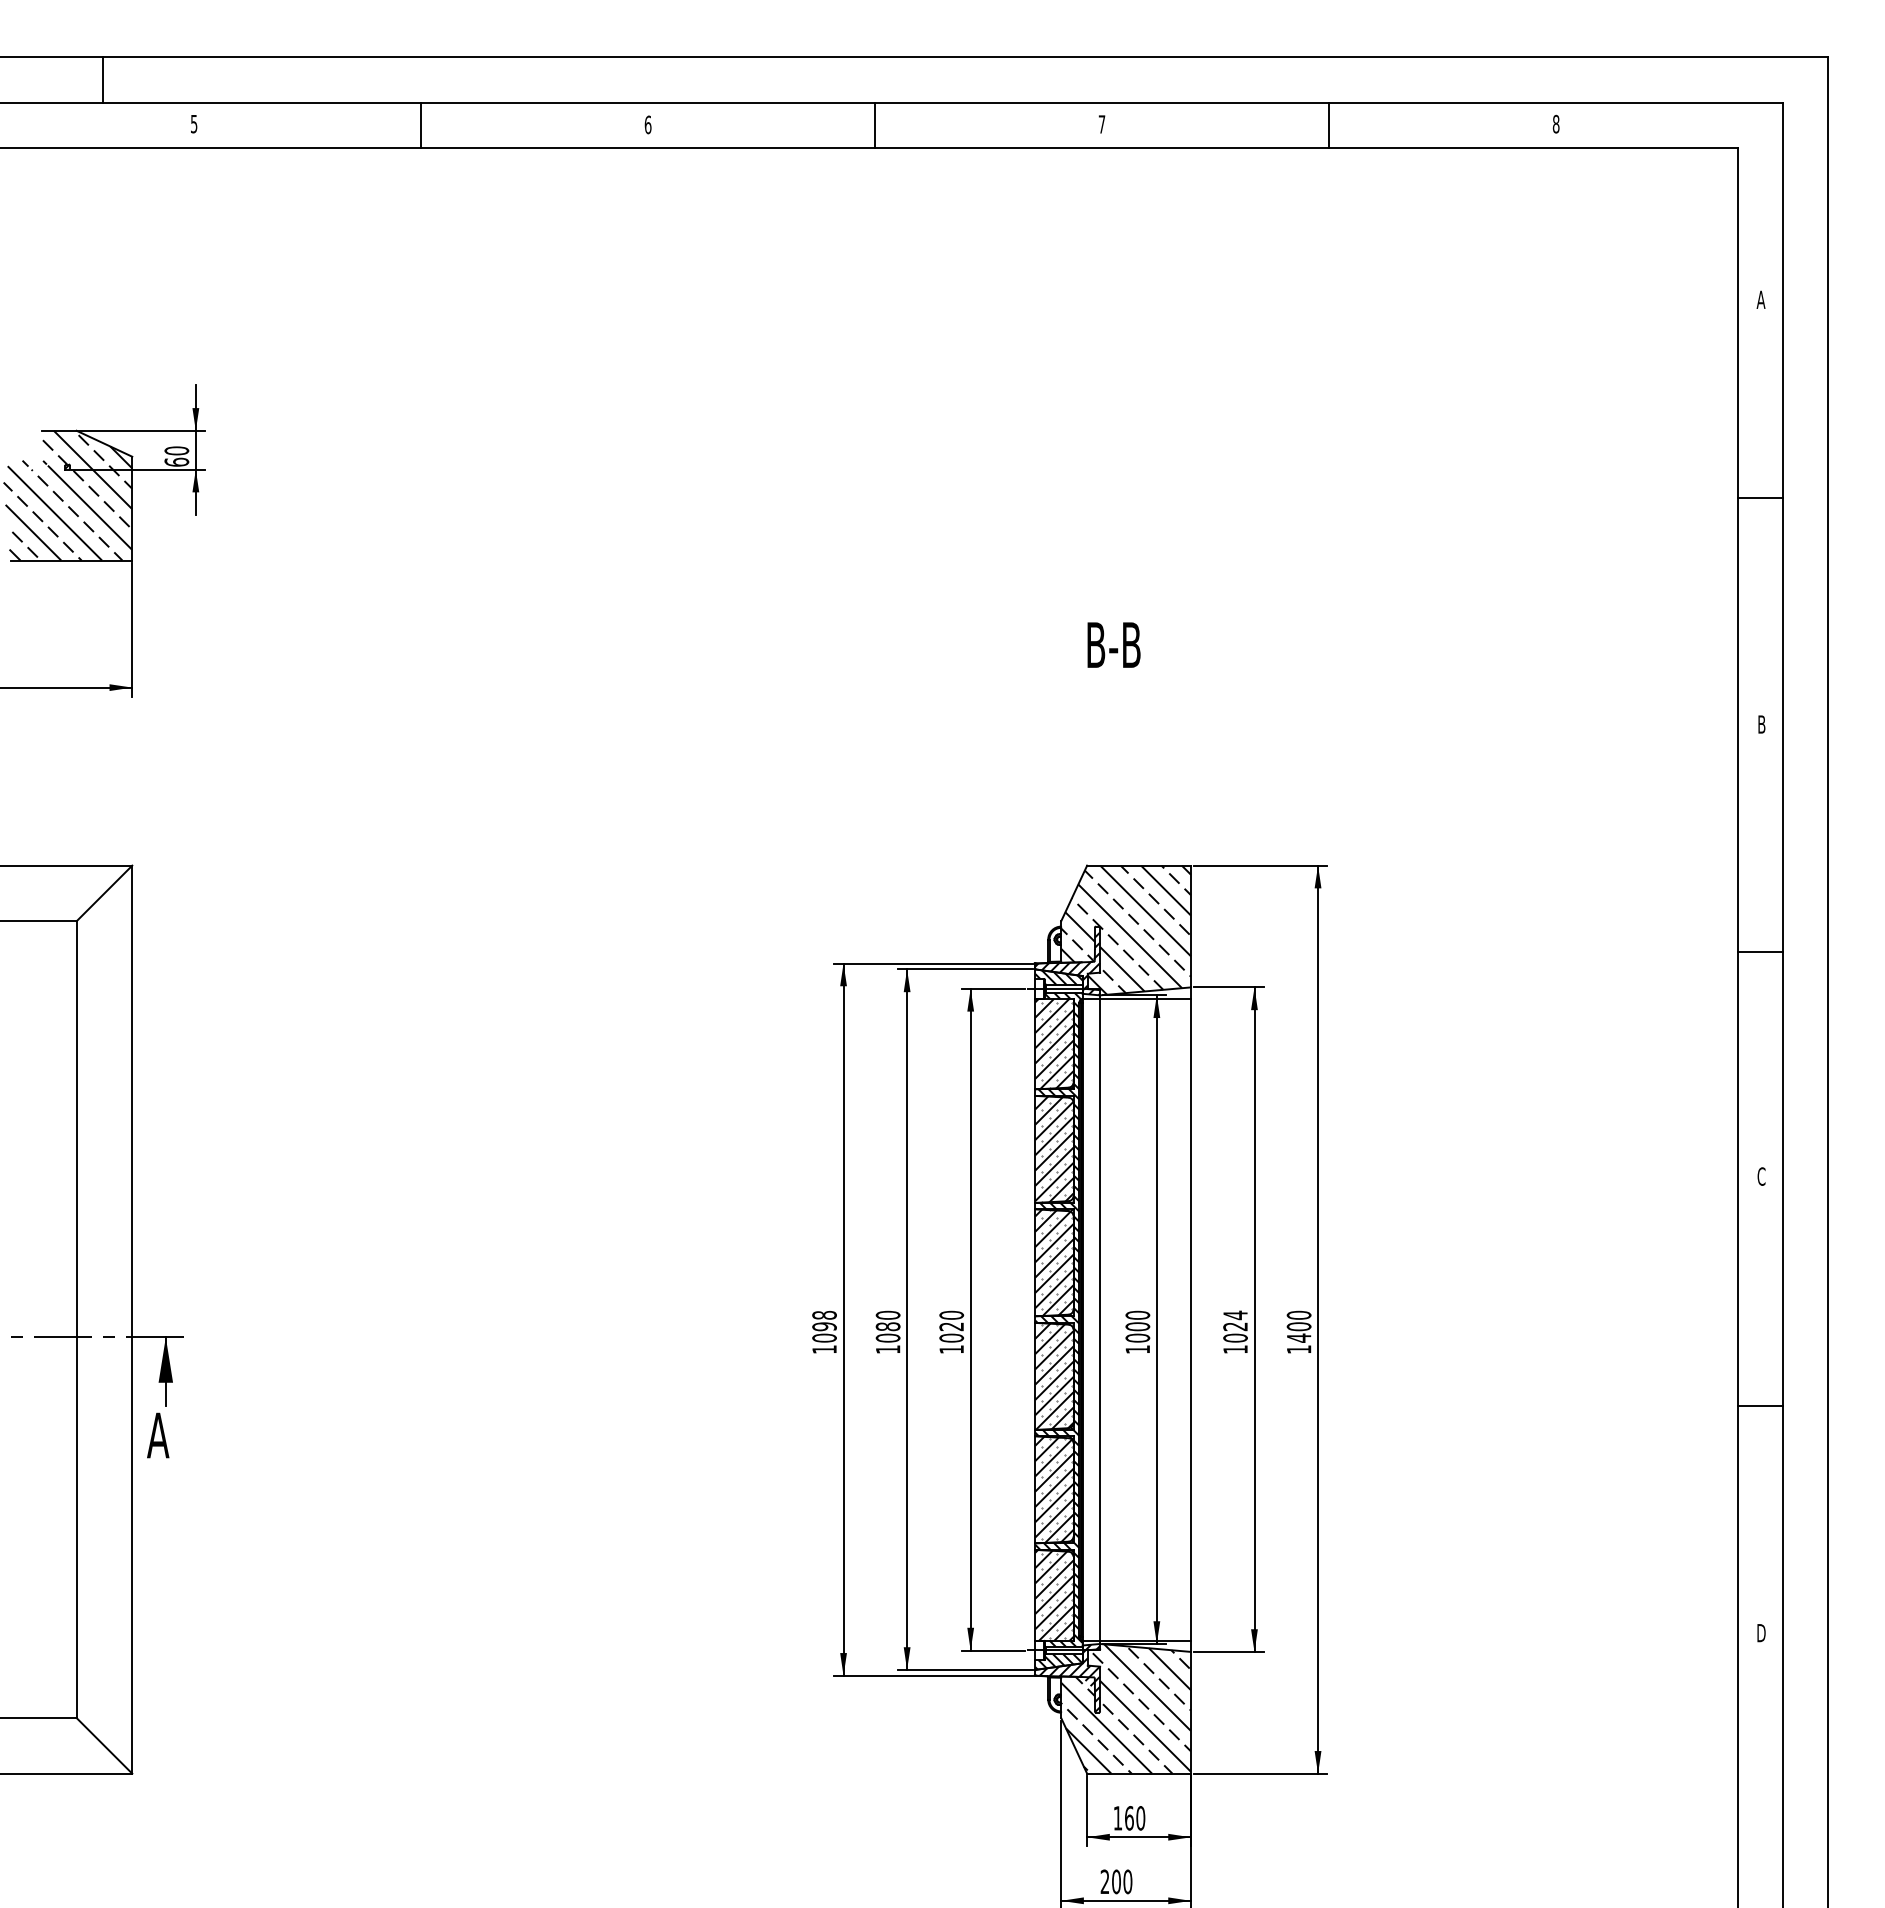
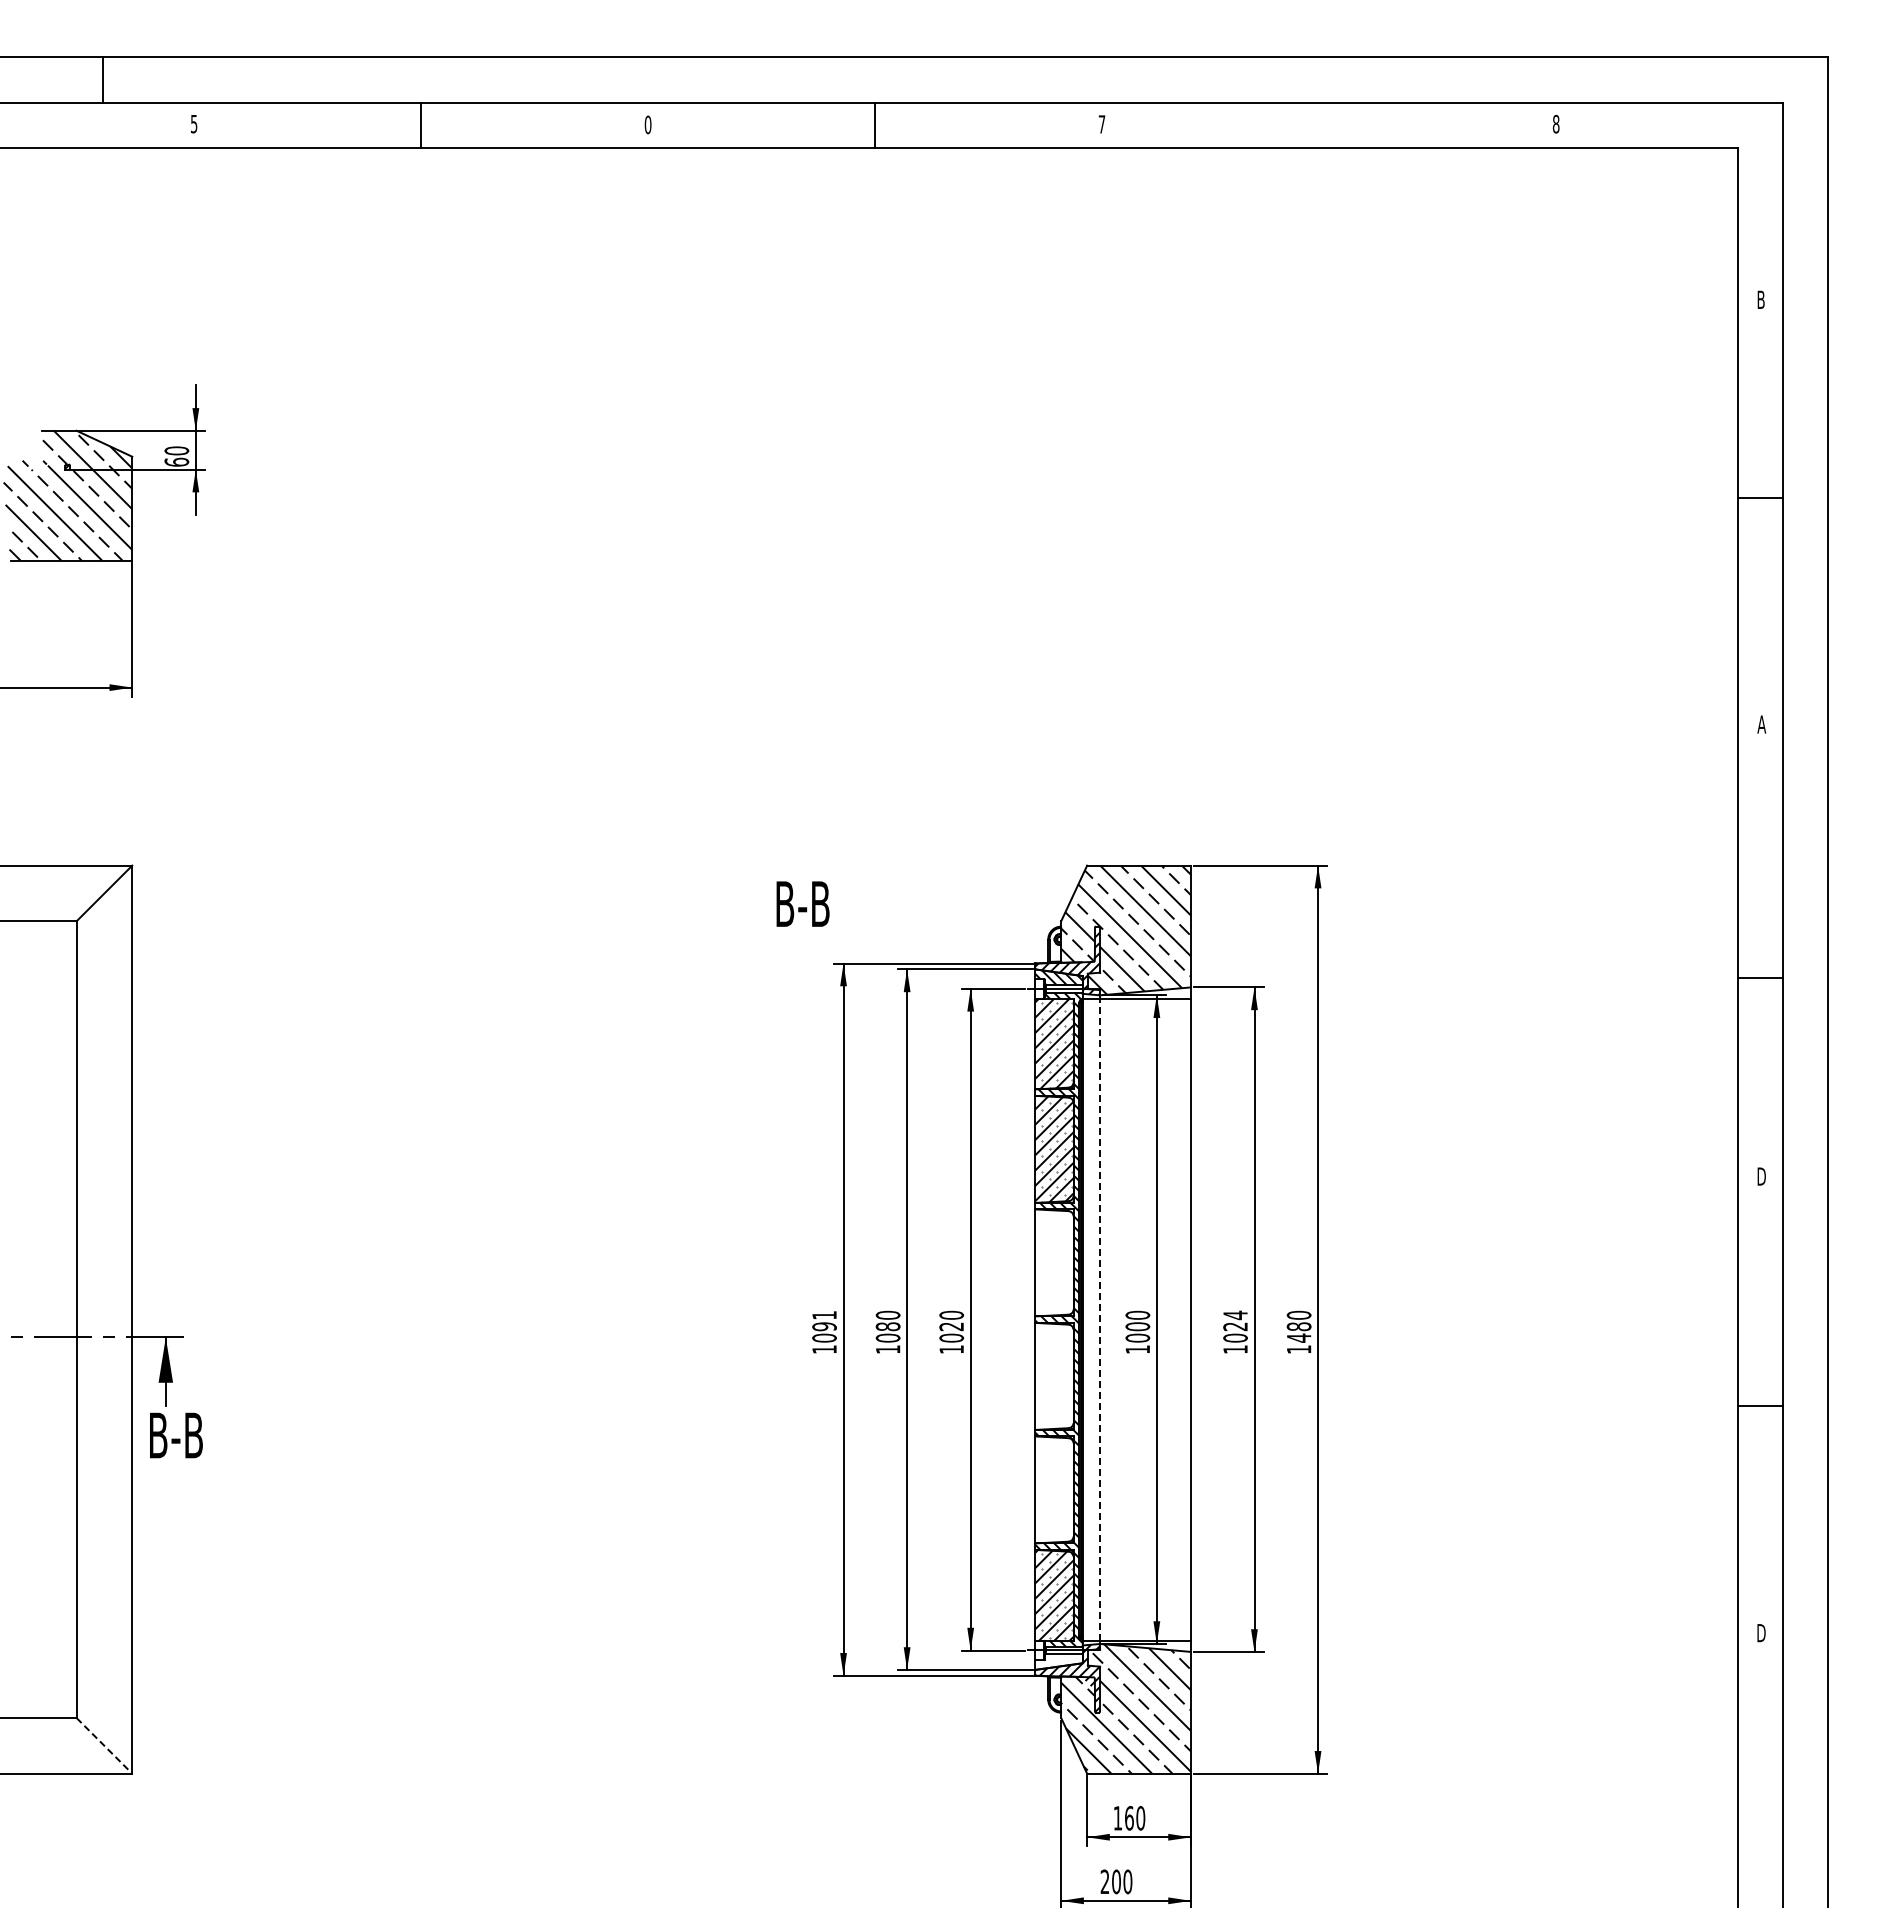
text at (648, 124): 6 -> 0
line at (1328, 125): present -> none
text at (1760, 299): A -> B
text at (1113, 644) position: (1113, 644) -> (802, 903)
text at (1761, 724): B -> A
line at (1759, 951) position: (1759, 951) -> (1759, 977)
text at (1761, 1176): C -> D
hatch at (1054, 1262): present -> none
text at (824, 1314): 1098 -> 1091
line at (1100, 1319): solid -> dashed
text at (1299, 1326): 1400 -> 1480
hatch at (1054, 1375): present -> none
text at (174, 1435): A -> B-B
hatch at (1054, 1489): present -> none
hatch at (1058, 1661): present -> none
line at (104, 1746): solid -> dashed
